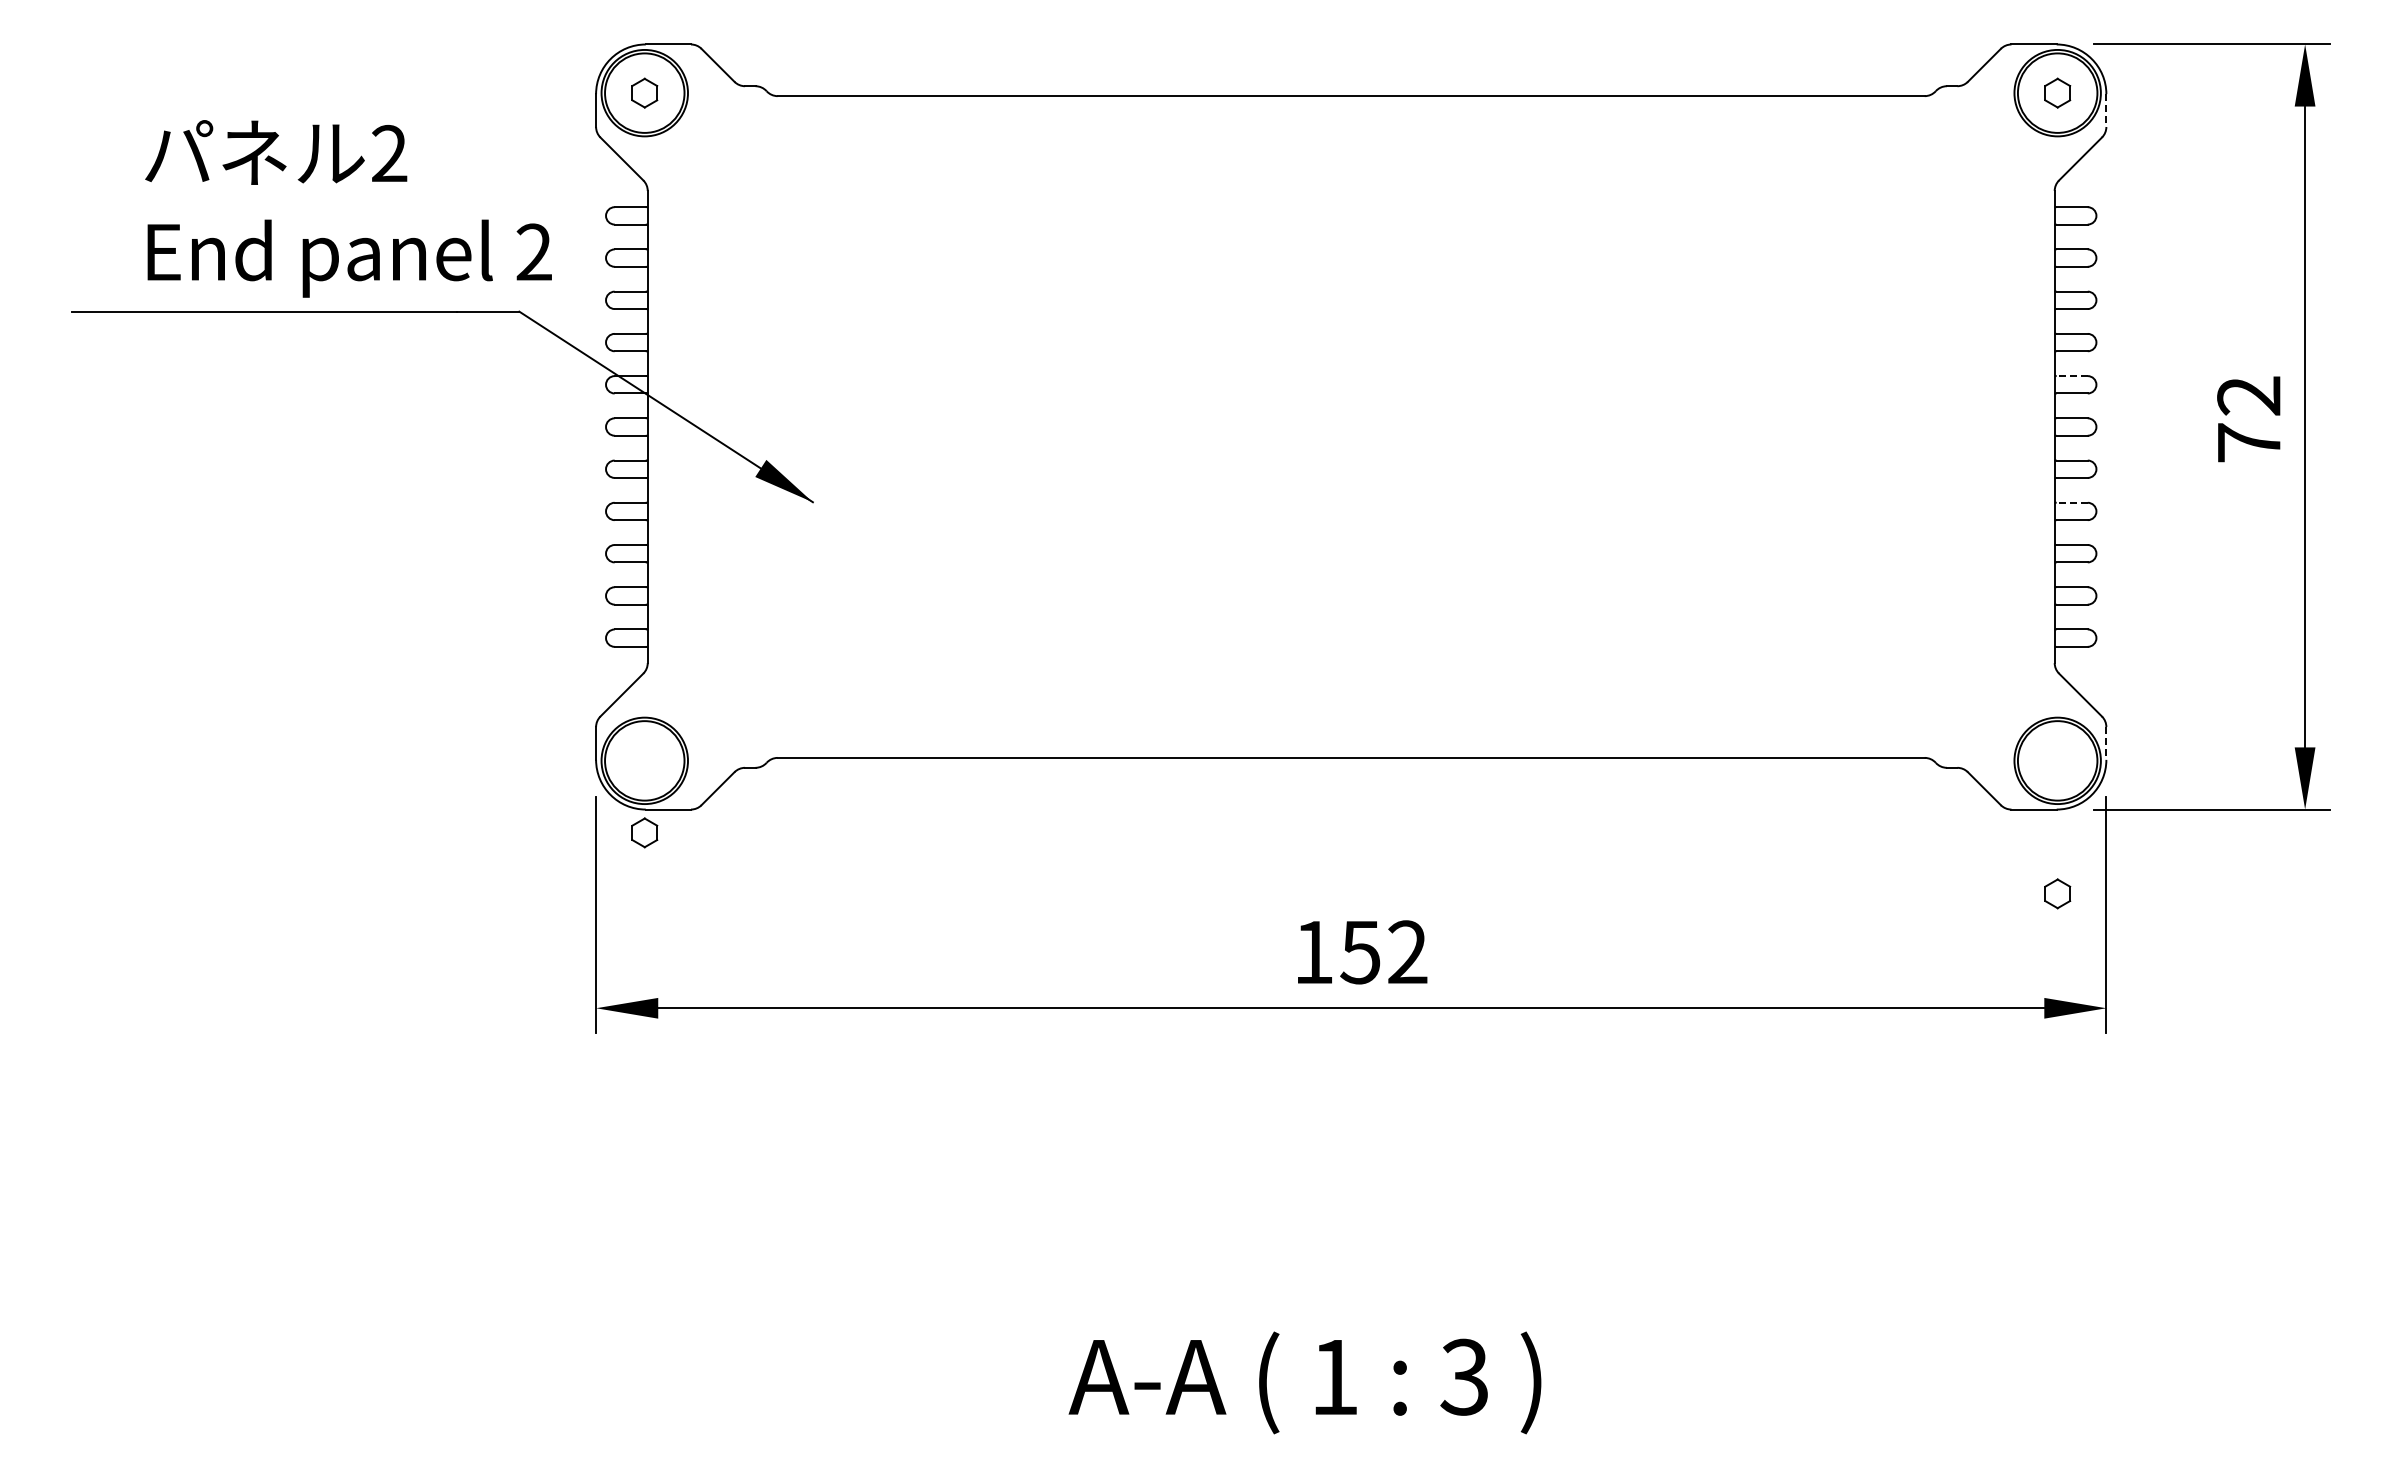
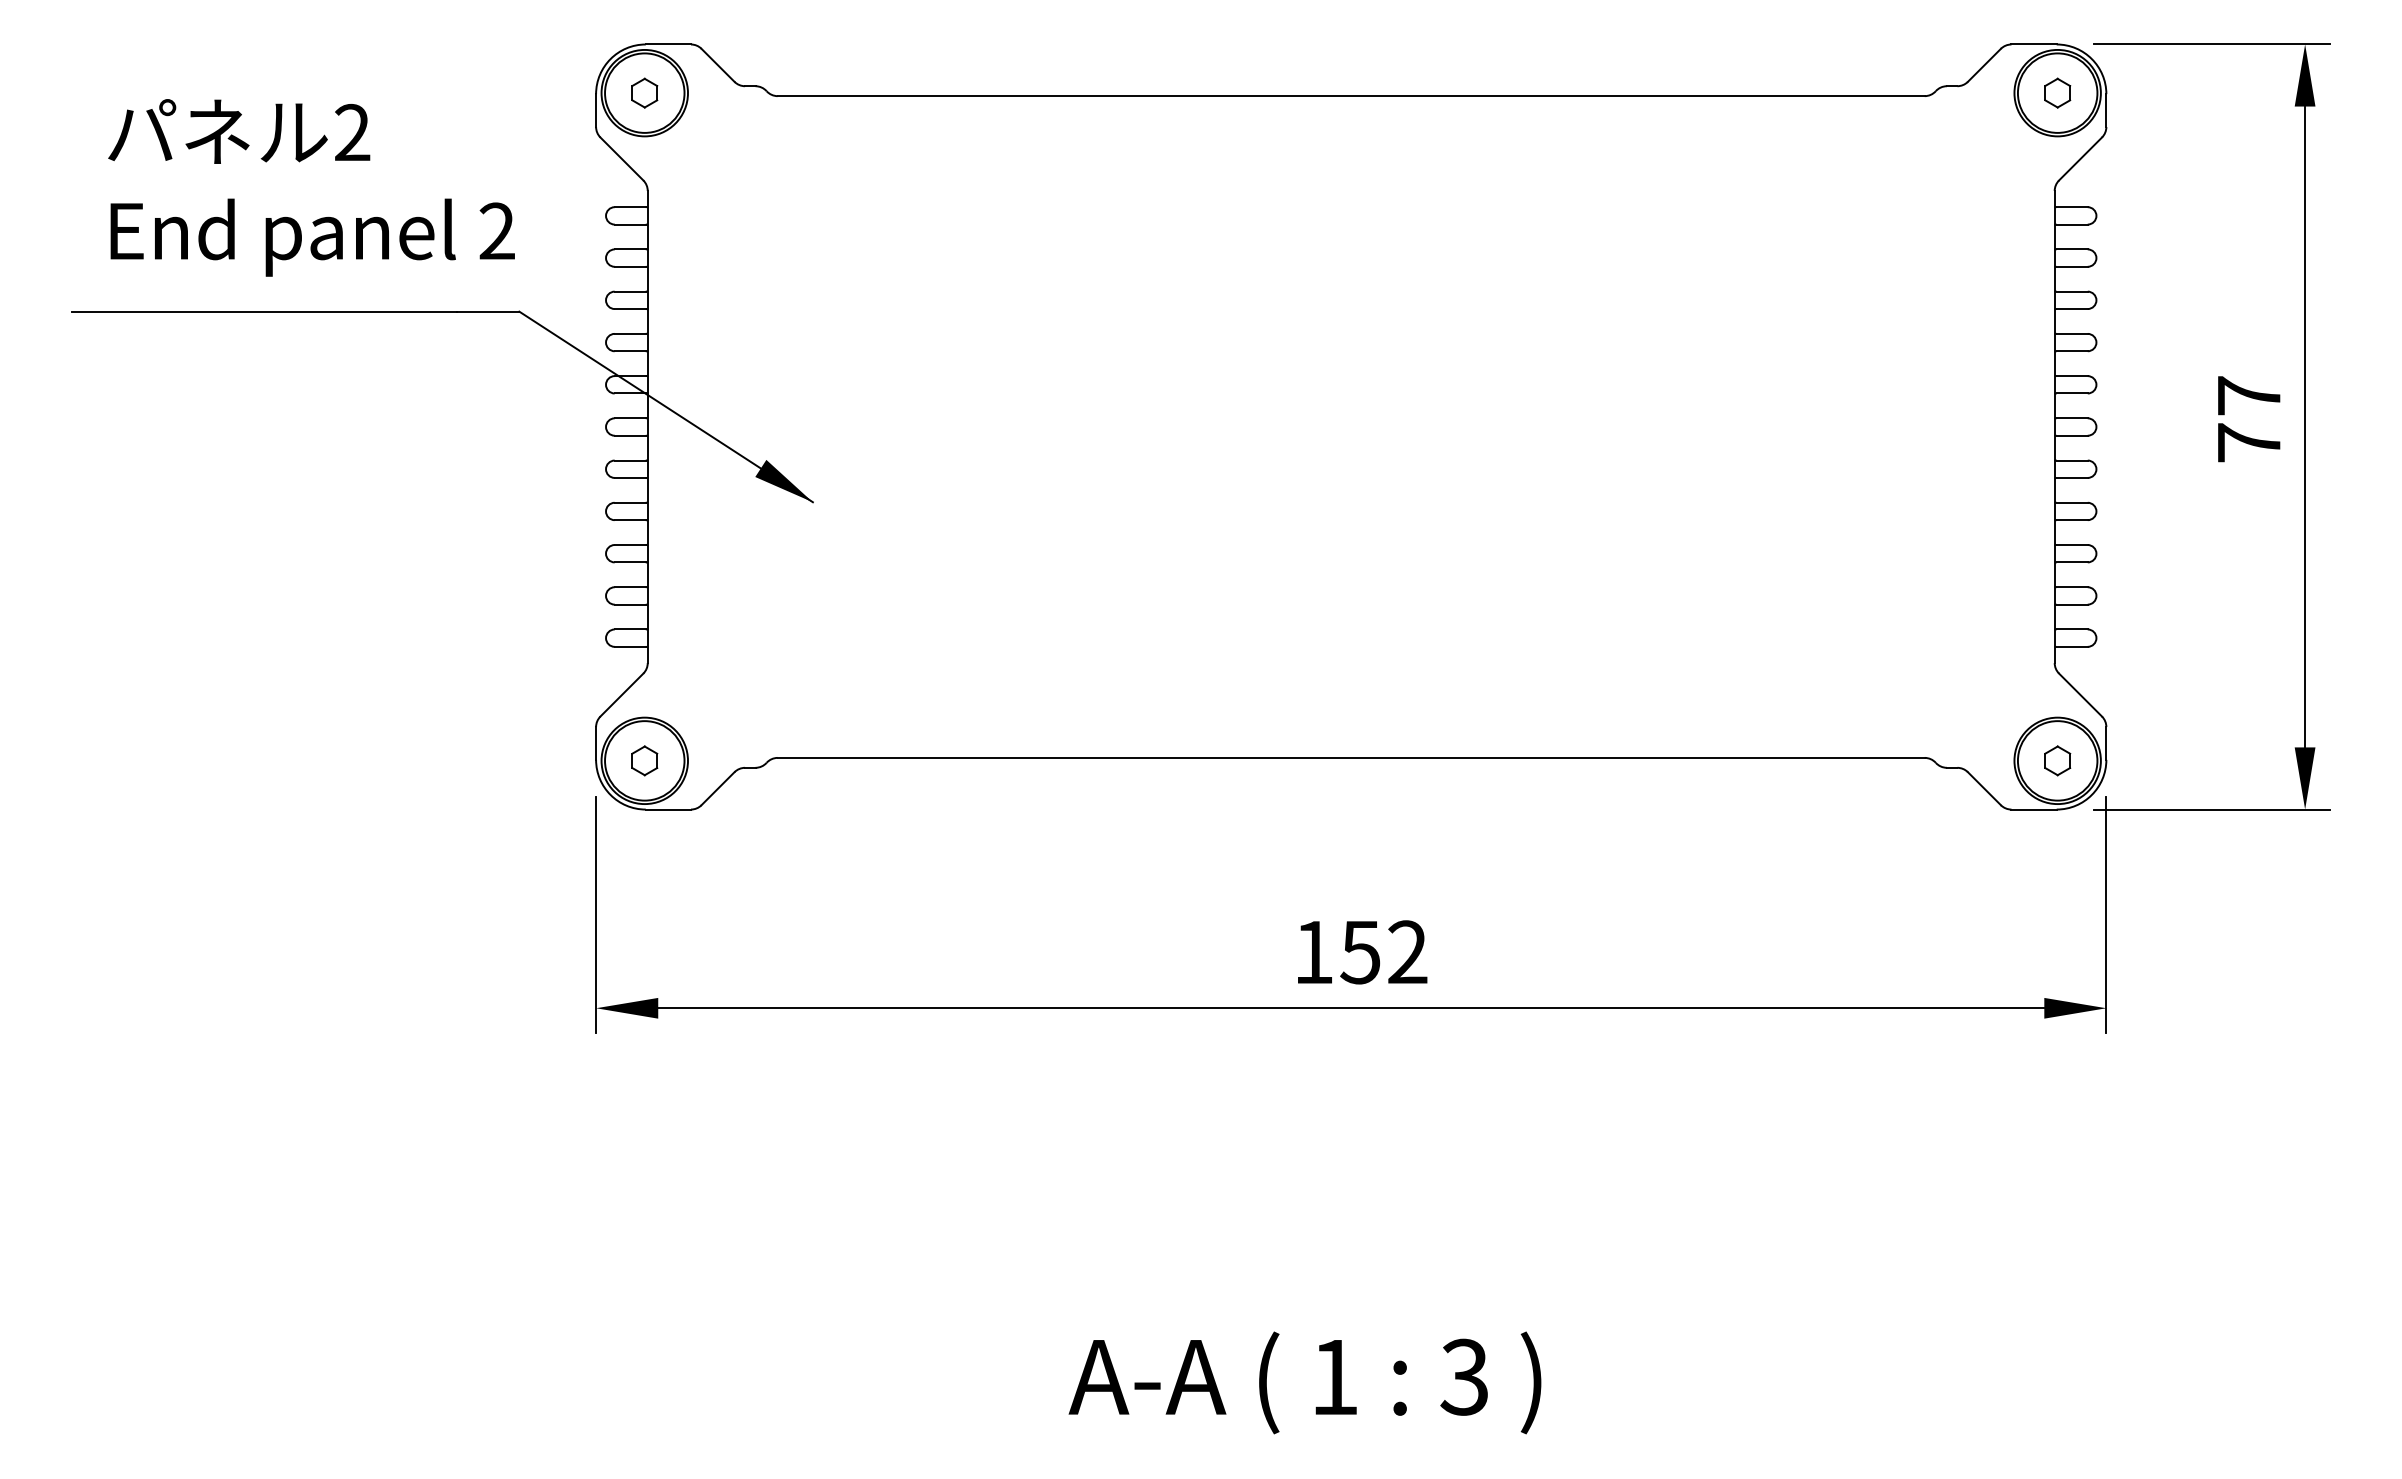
line at (2106, 111): dashed -> solid
text at (348, 208) position: (348, 208) -> (311, 187)
line at (2072, 376): dashed -> solid
text at (2248, 395): 72 -> 77
line at (2072, 502): dashed -> solid
line at (2106, 743): dashed -> solid
part at (644, 832) position: (644, 832) -> (644, 760)
part at (2057, 893) position: (2057, 893) -> (2057, 760)
